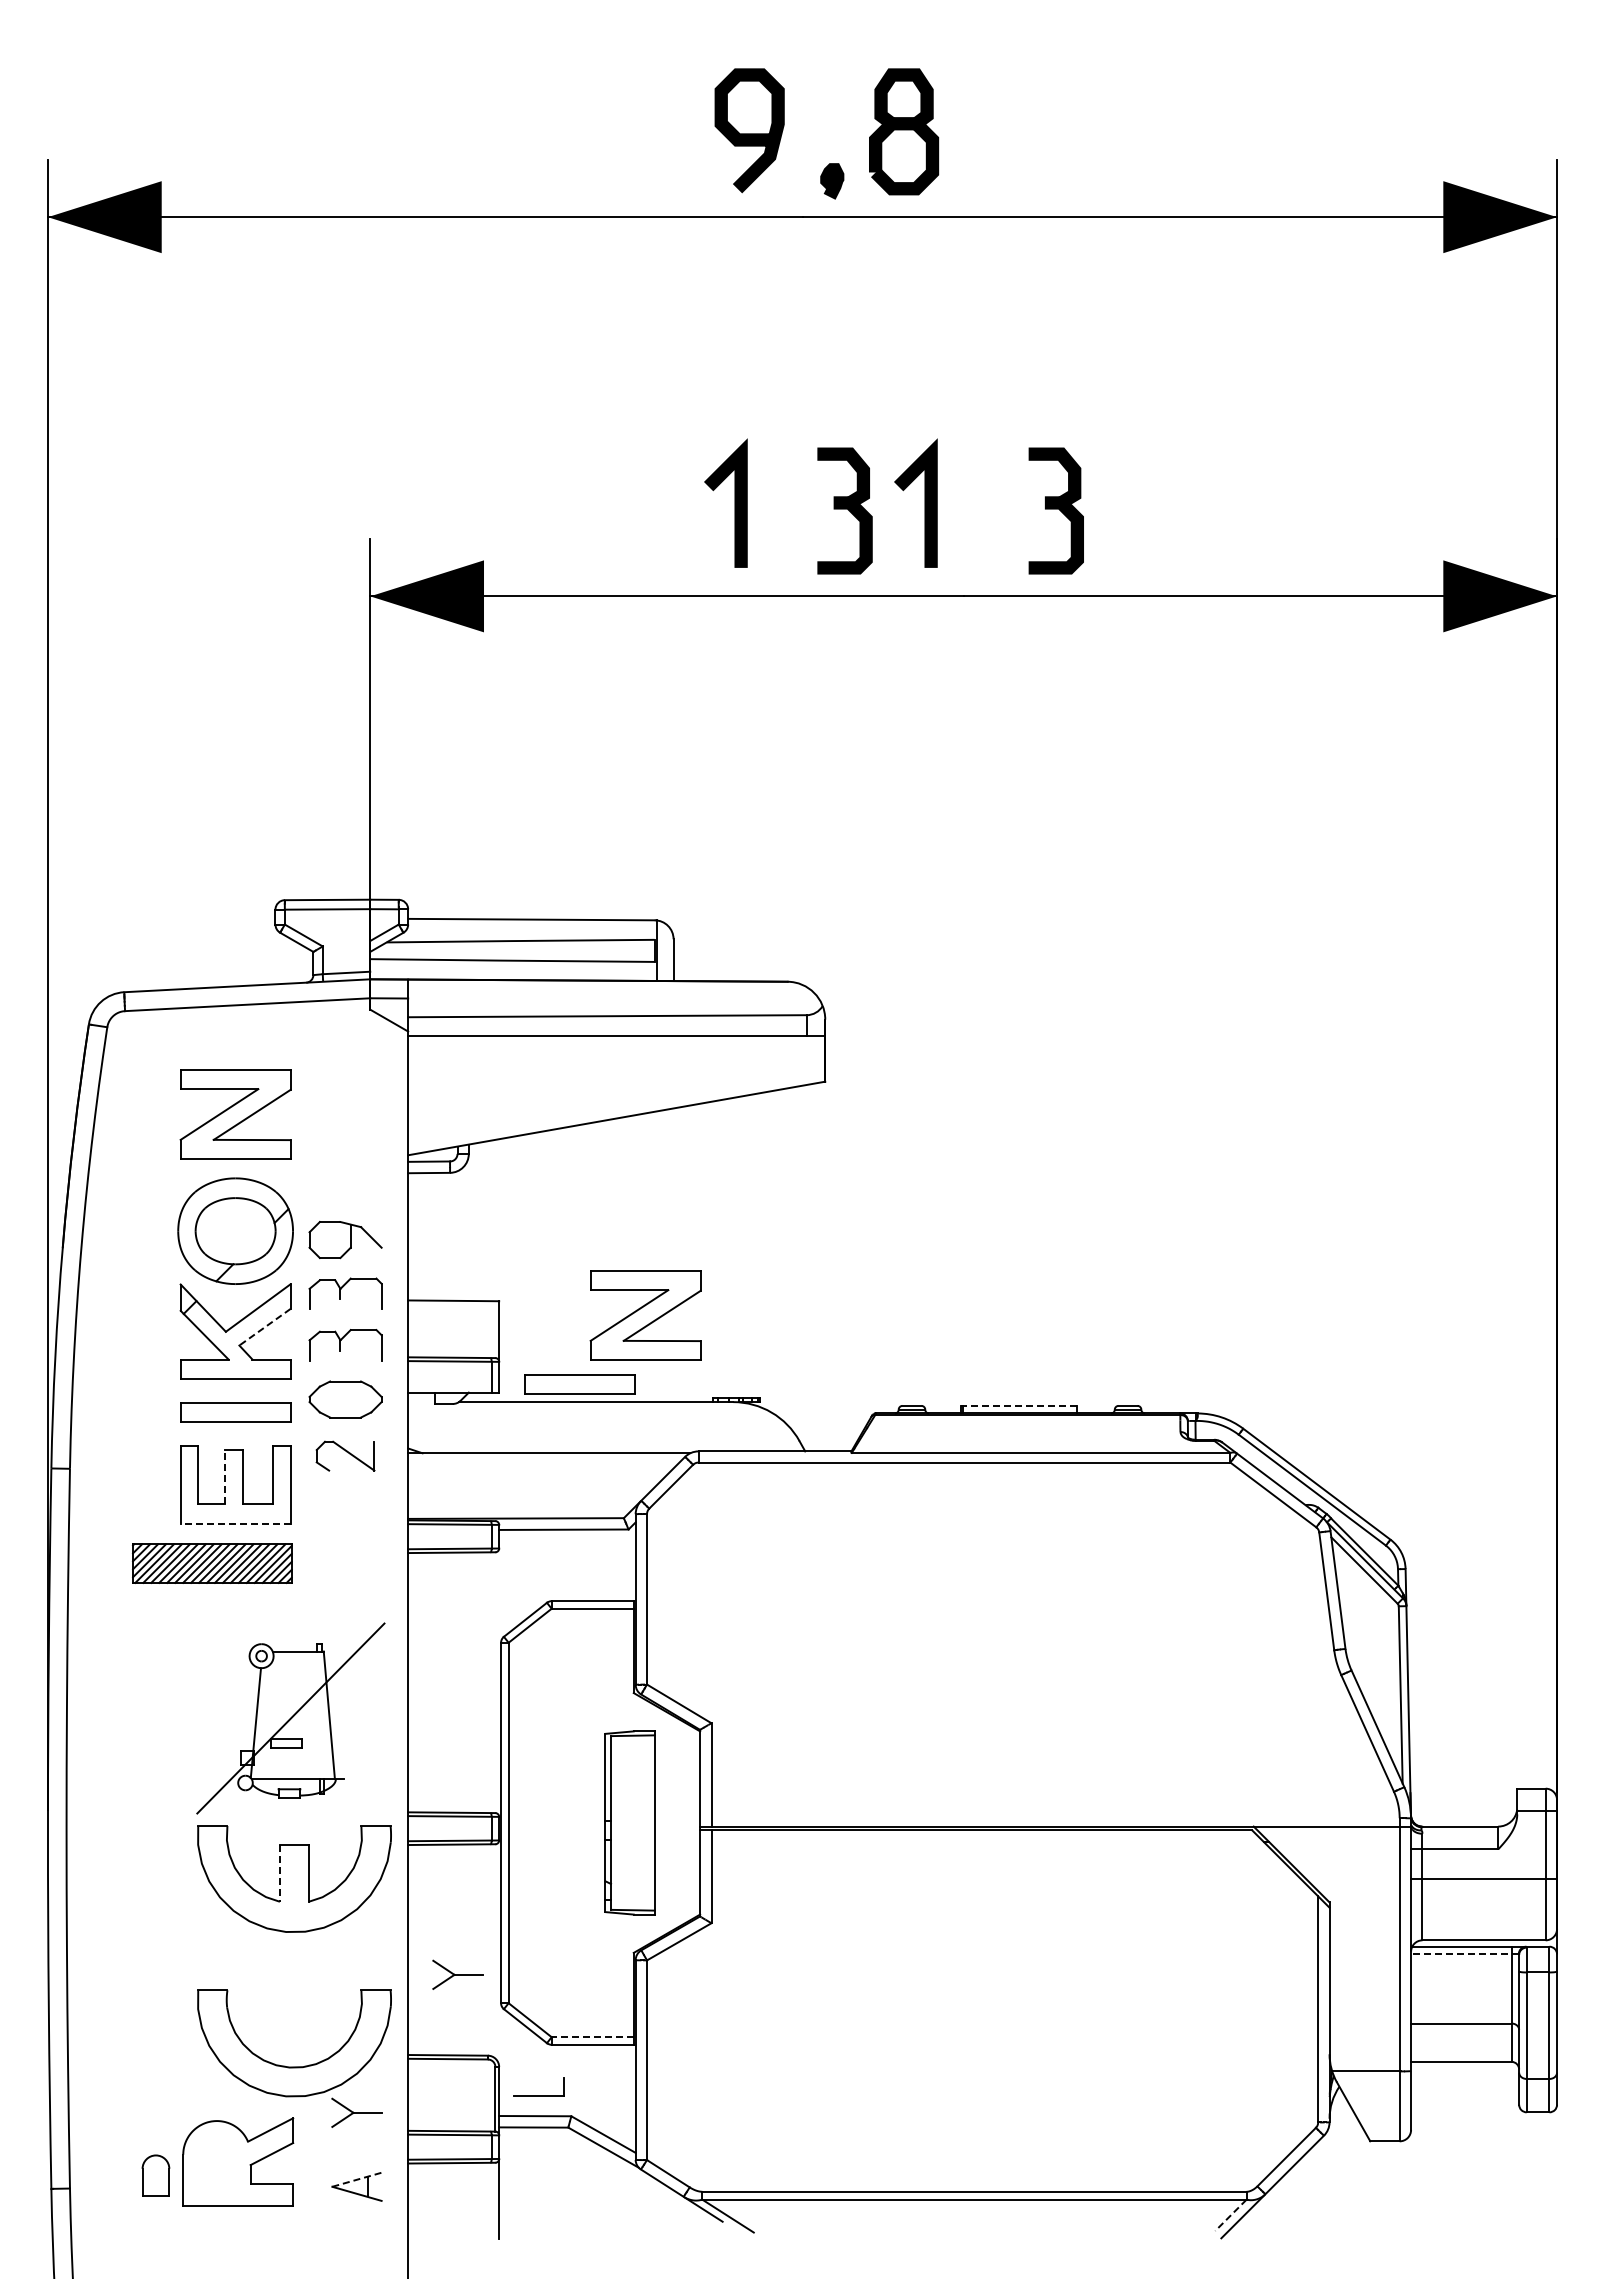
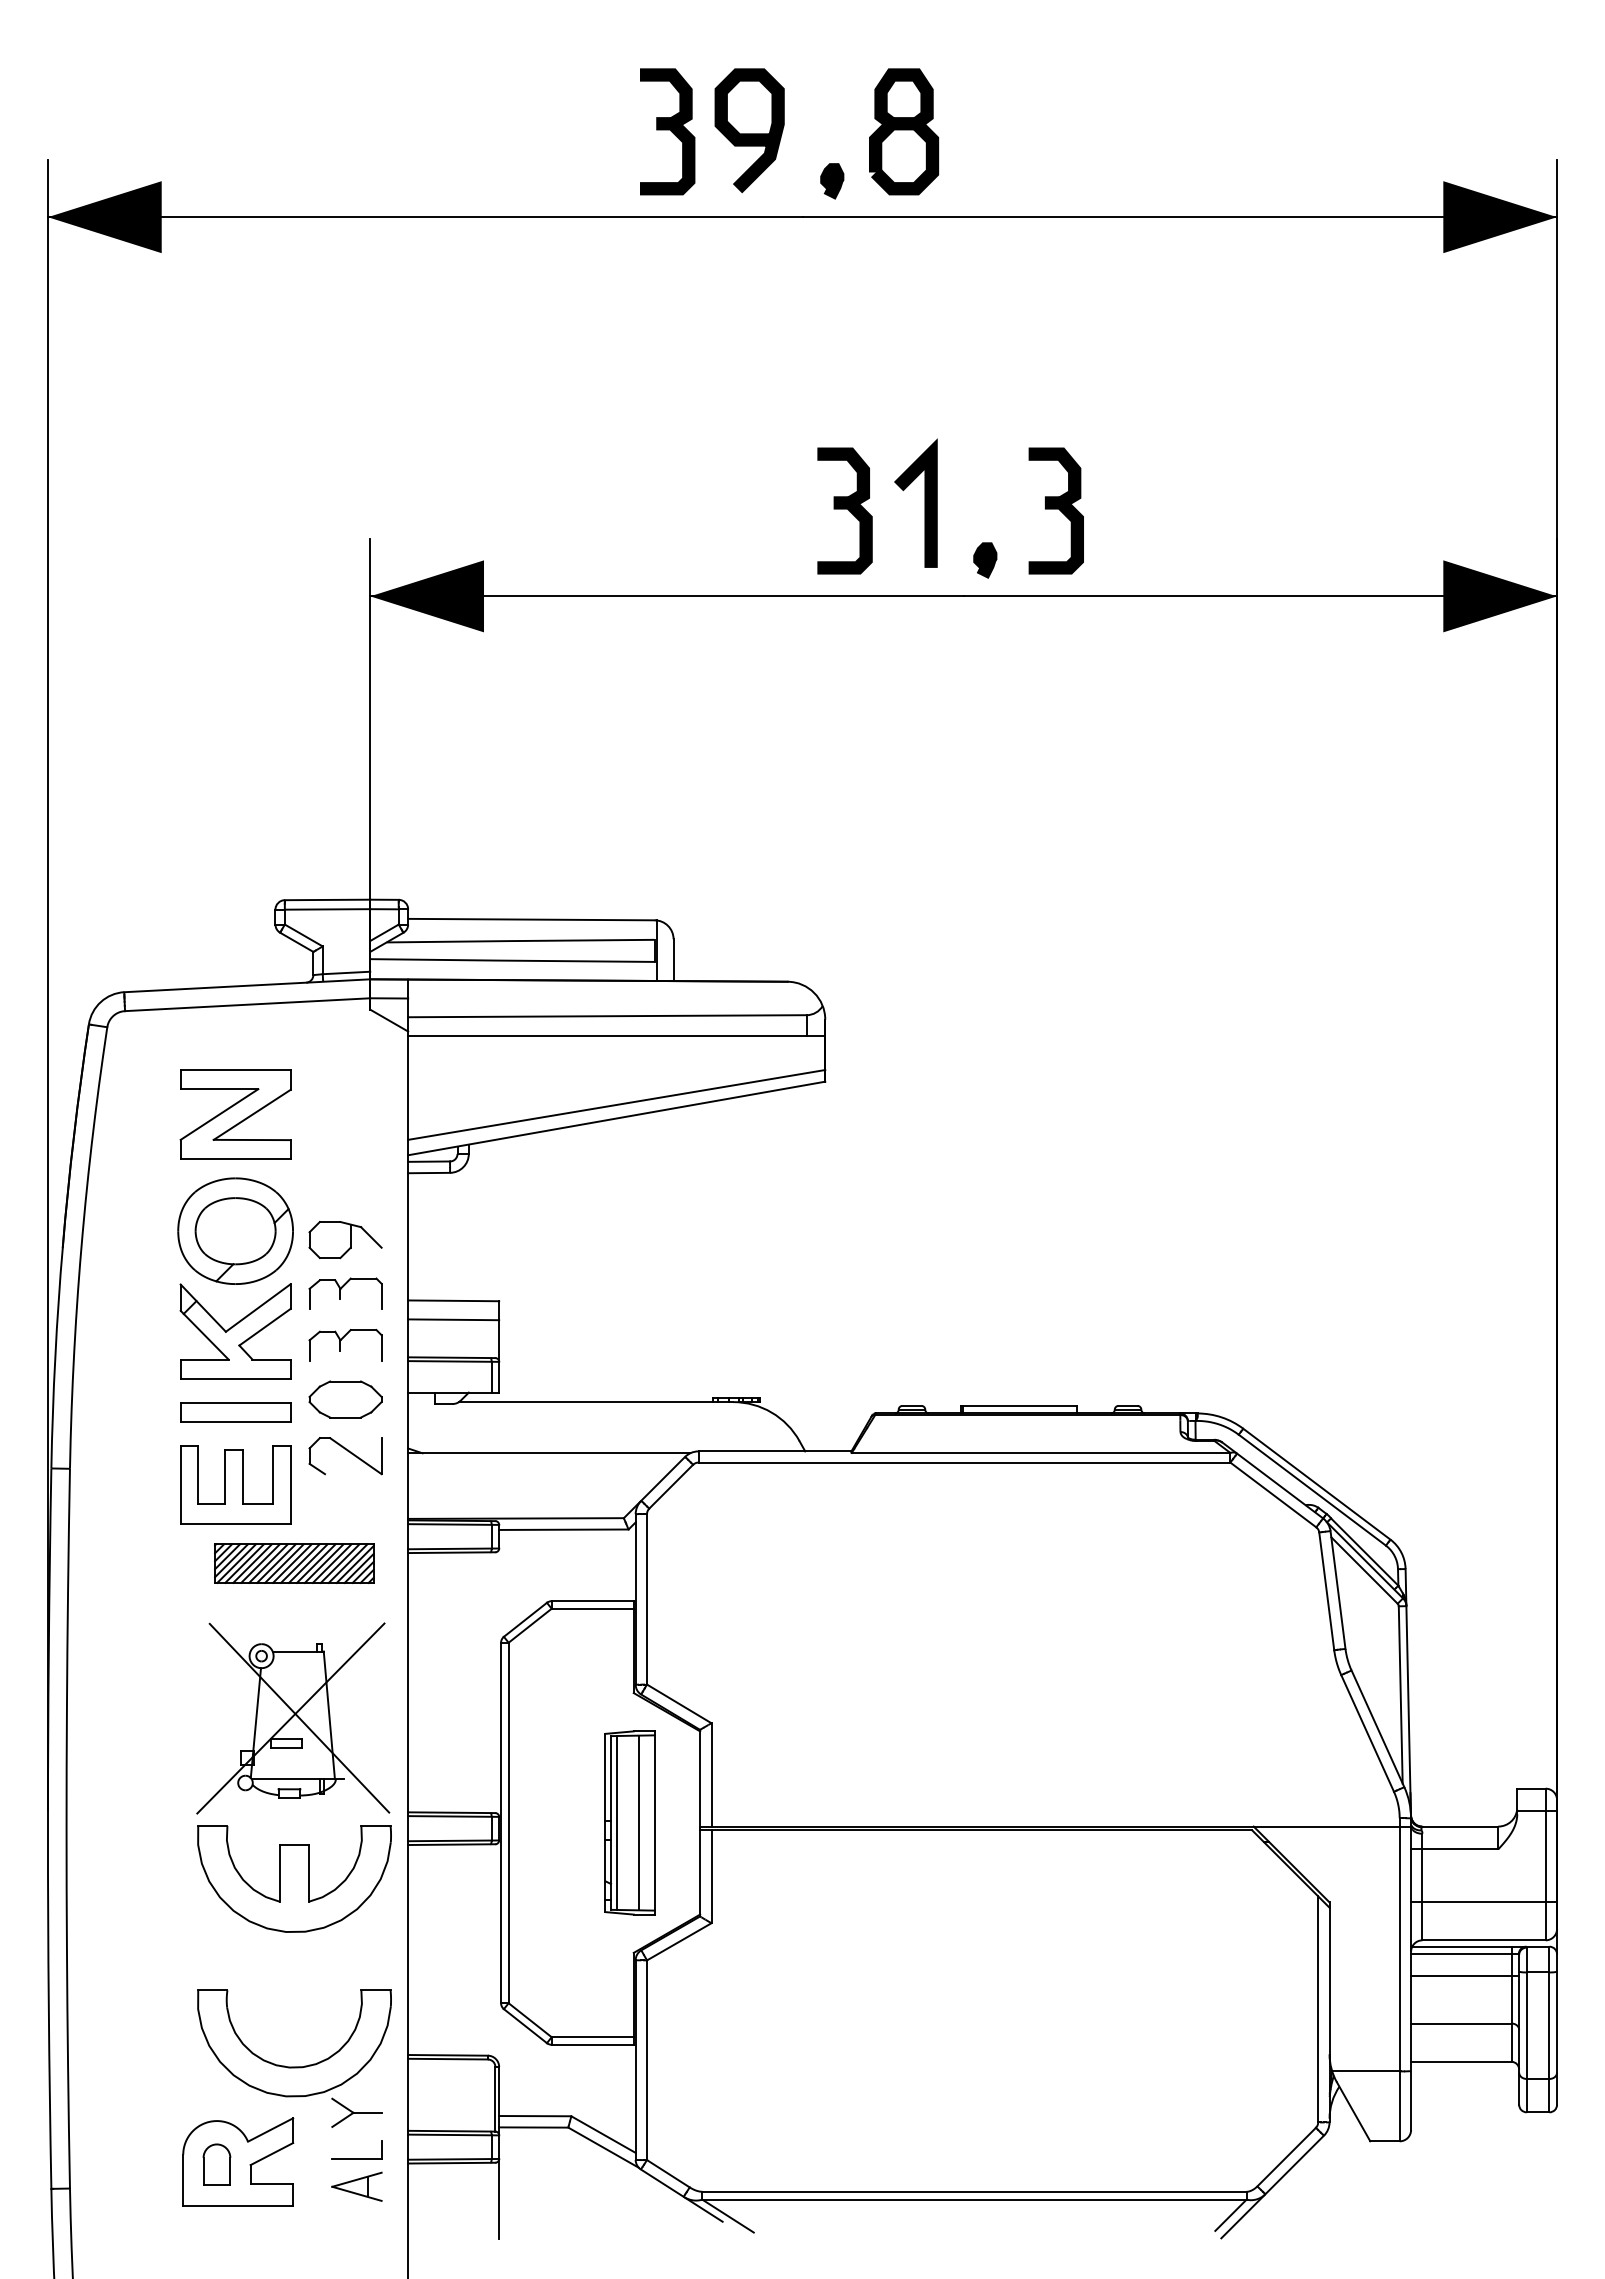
part at (667, 131): none -> present
line at (734, 502): present -> none
part at (985, 560): none -> present
line at (616, 1104): none -> present
part at (645, 1315): present -> none
line at (453, 1319): none -> present
line at (264, 1327): dashed -> solid
part at (579, 1384): present -> none
line at (1019, 1405): dashed -> solid
part at (345, 1455) size: 61x32 px -> 75x39 px
line at (225, 1476): dashed -> solid
line at (235, 1523): dashed -> solid
part at (212, 1563) position: (212, 1563) -> (294, 1563)
line at (299, 1717): none -> present
line at (617, 1822): none -> present
line at (639, 1822): none -> present
line at (279, 1874): dashed -> solid
line at (1484, 1879) position: (1484, 1879) -> (1484, 1902)
line at (1464, 1954): dashed -> solid
part at (457, 1974): present -> none
line at (1465, 1976): none -> present
line at (592, 2037): dashed -> solid
part at (538, 2095) position: (538, 2095) -> (356, 2158)
part at (155, 2175) position: (155, 2175) -> (216, 2164)
line at (356, 2179): dashed -> solid
line at (1230, 2215): dashed -> solid
